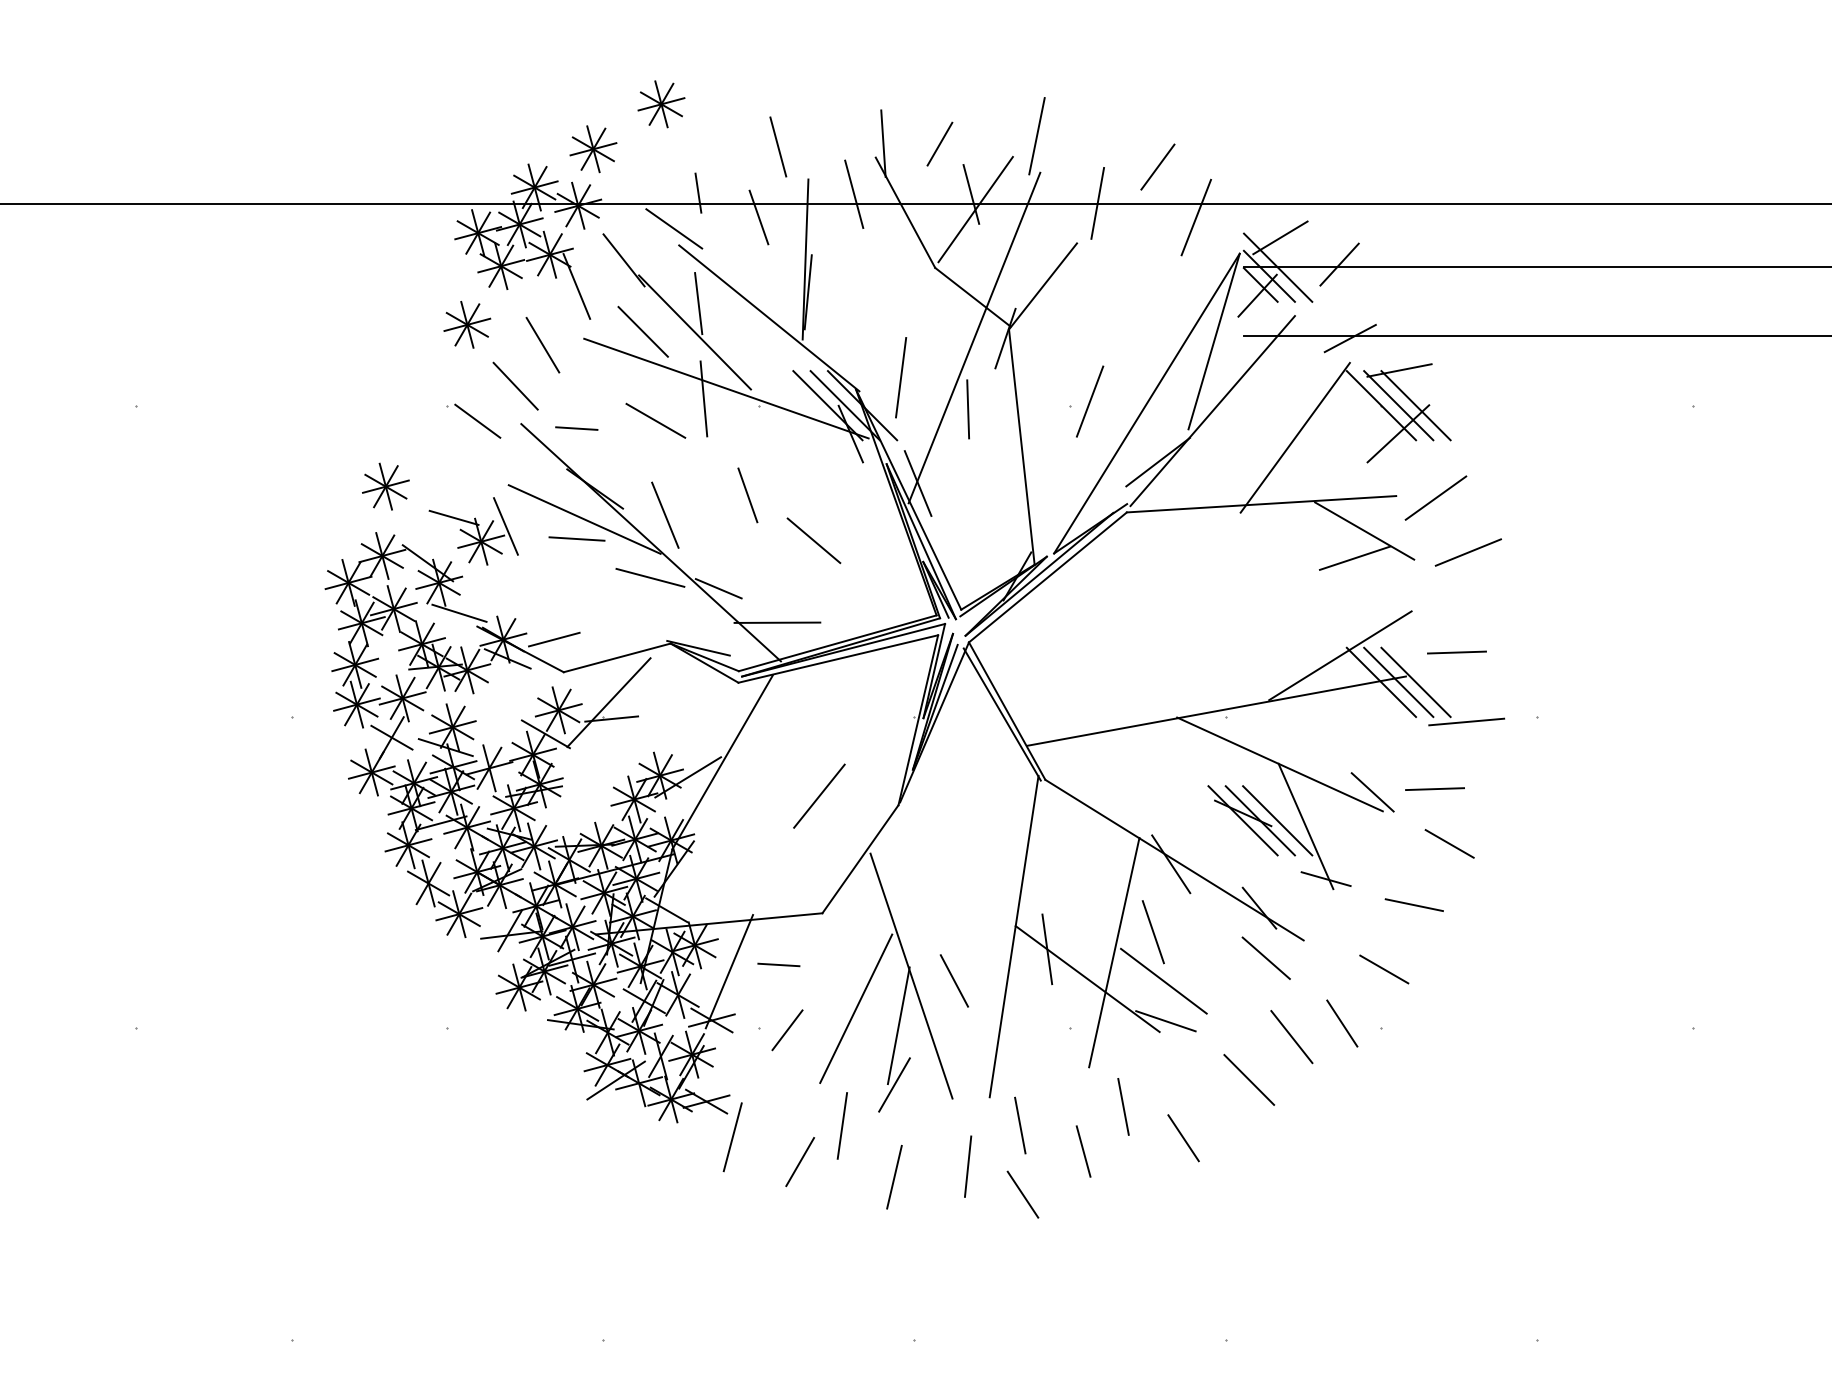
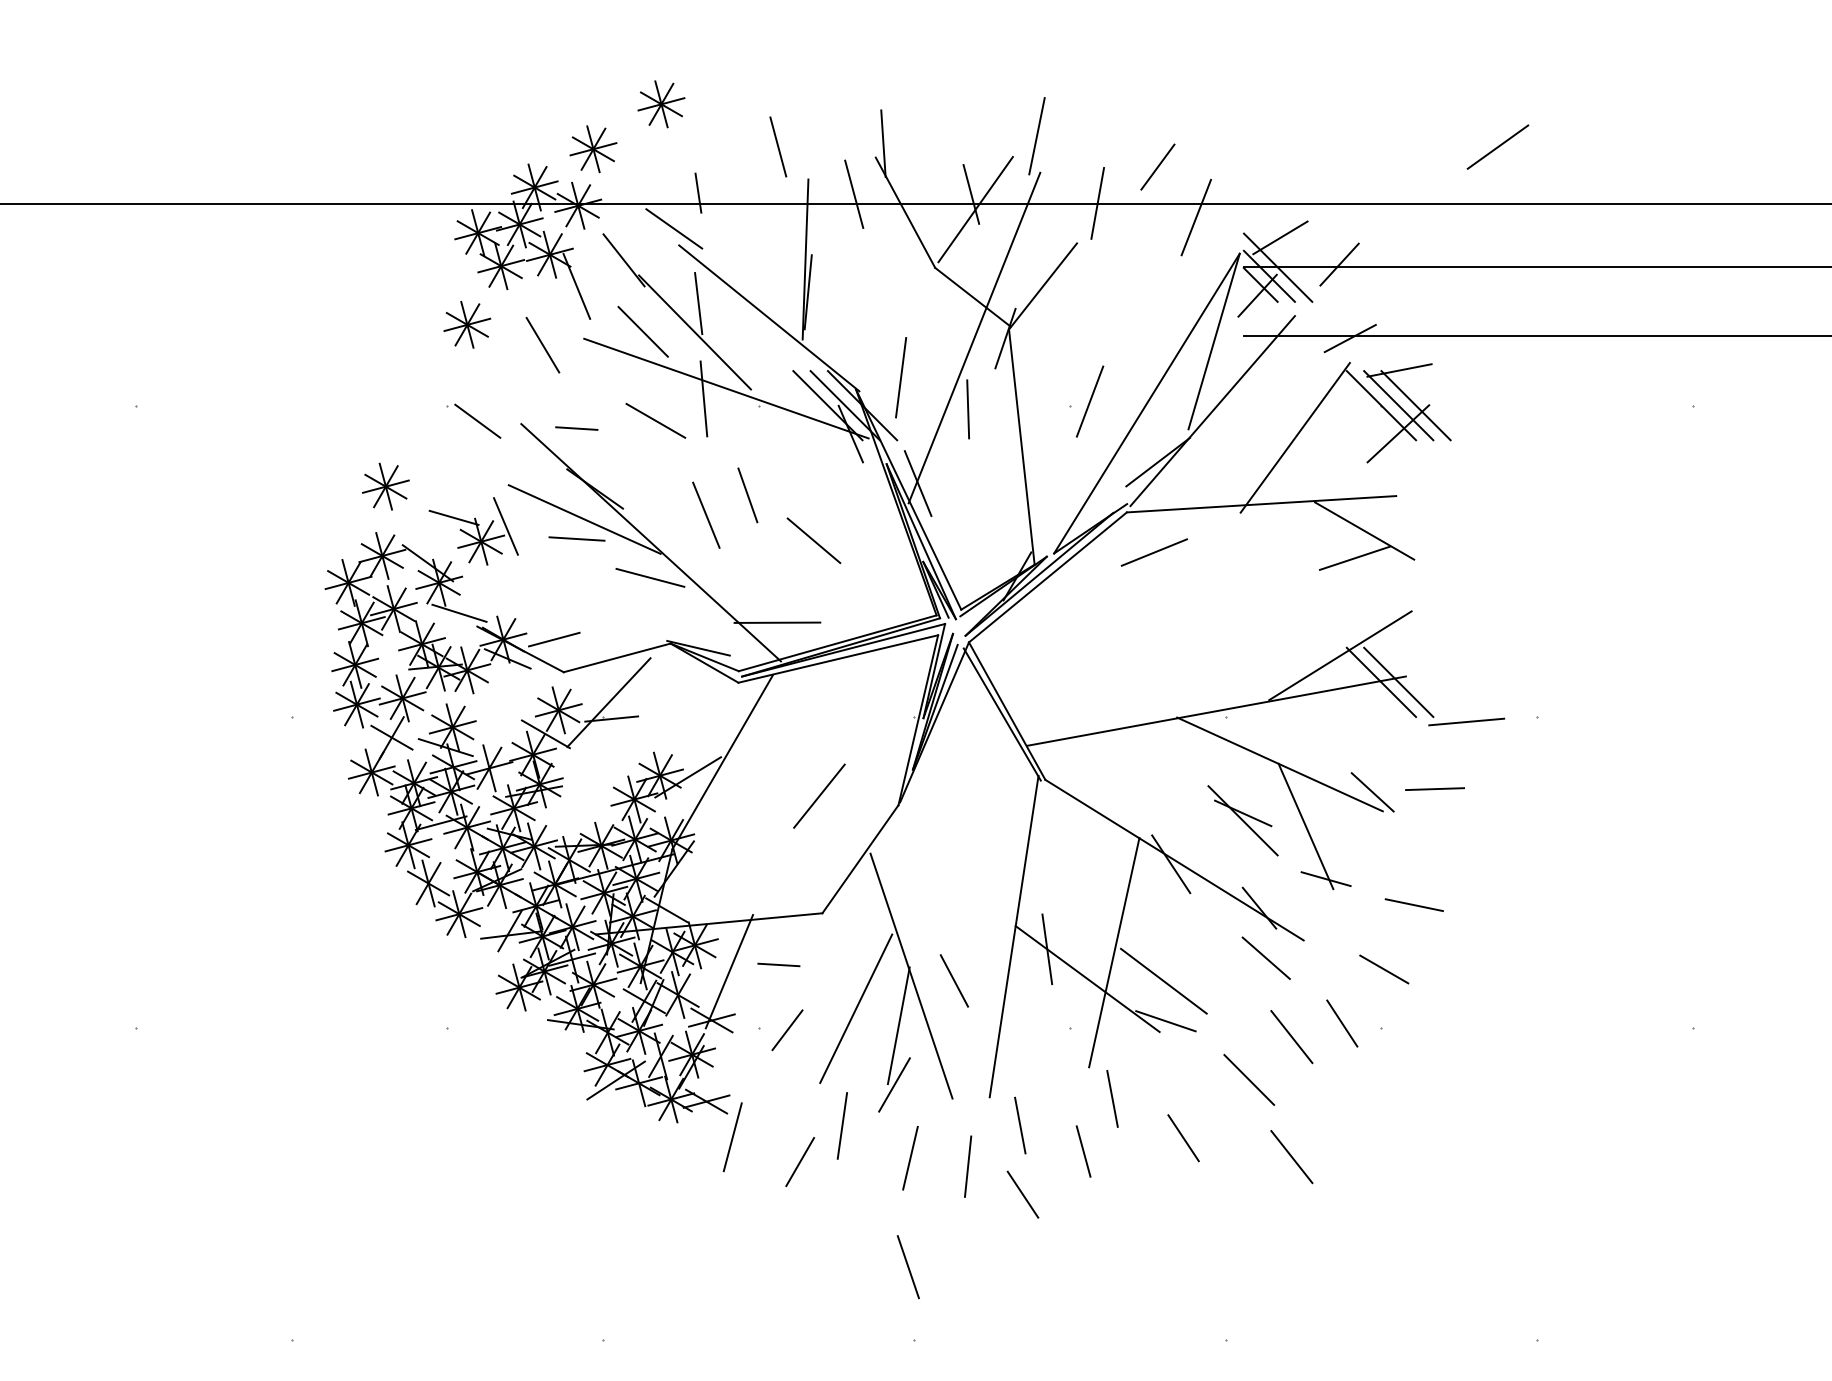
line at (939, 143): present -> none
line at (758, 217): present -> none
line at (515, 385): present -> none
line at (1435, 497) position: (1435, 497) -> (1497, 146)
line at (665, 514) position: (665, 514) -> (706, 514)
line at (1467, 552) position: (1467, 552) -> (1153, 552)
line at (718, 588): present -> none
line at (1456, 652): present -> none
line at (1415, 682): present -> none
line at (1259, 820): present -> none
line at (1277, 820): present -> none
line at (1449, 843): present -> none
line at (1152, 932) position: (1152, 932) -> (907, 1267)
line at (1123, 1106) position: (1123, 1106) -> (1112, 1098)
line at (1291, 1157): none -> present
line at (894, 1177) position: (894, 1177) -> (910, 1158)
